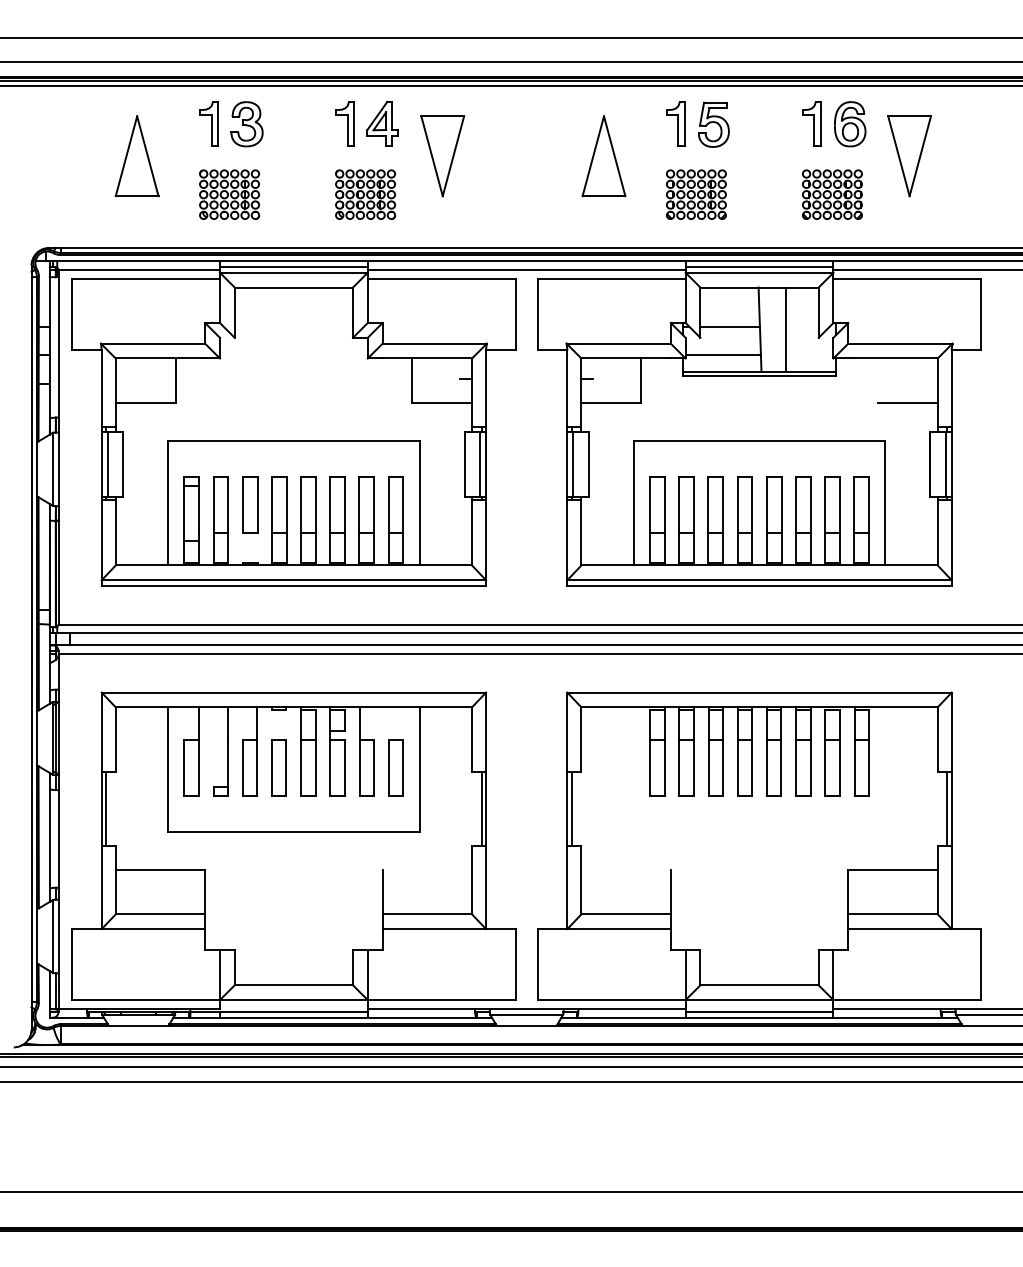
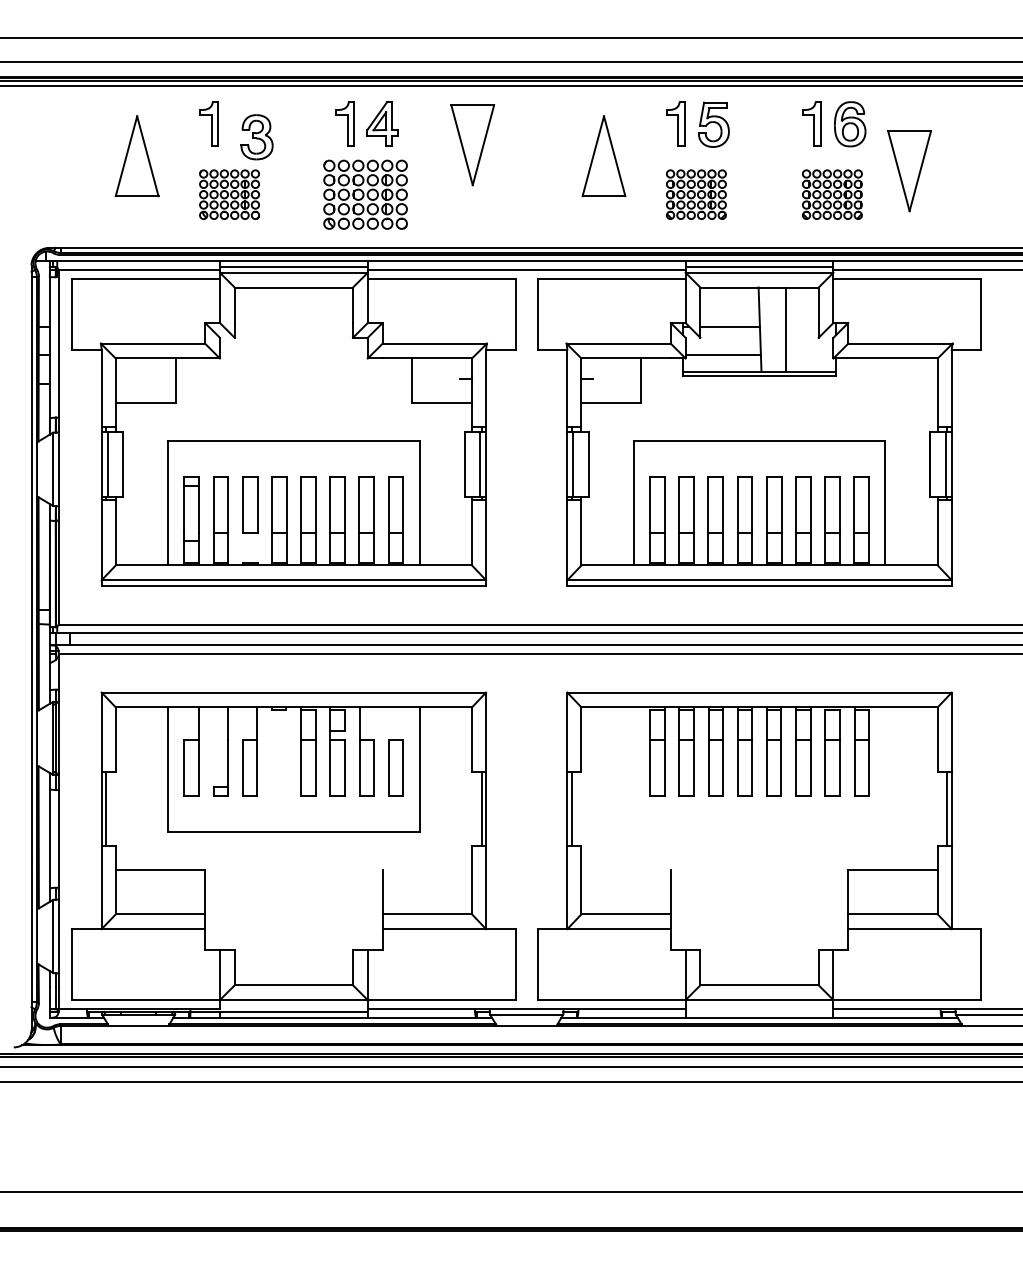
part at (246, 124) position: (246, 124) -> (256, 137)
part at (442, 156) position: (442, 156) -> (472, 145)
part at (909, 156) position: (909, 156) -> (909, 171)
part at (365, 194) size: 61x51 px -> 85x71 px
line at (907, 402): present -> none
part at (278, 767): present -> none
line at (759, 1011): present -> none
